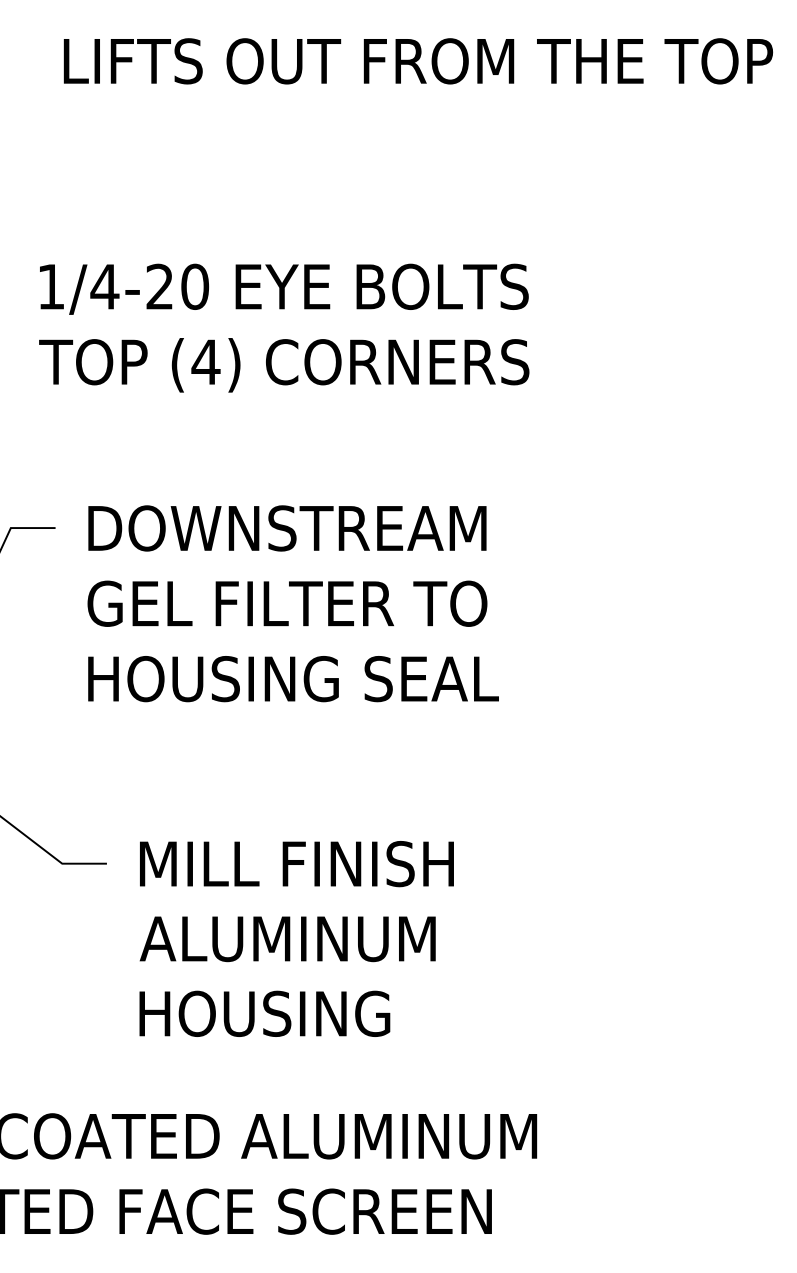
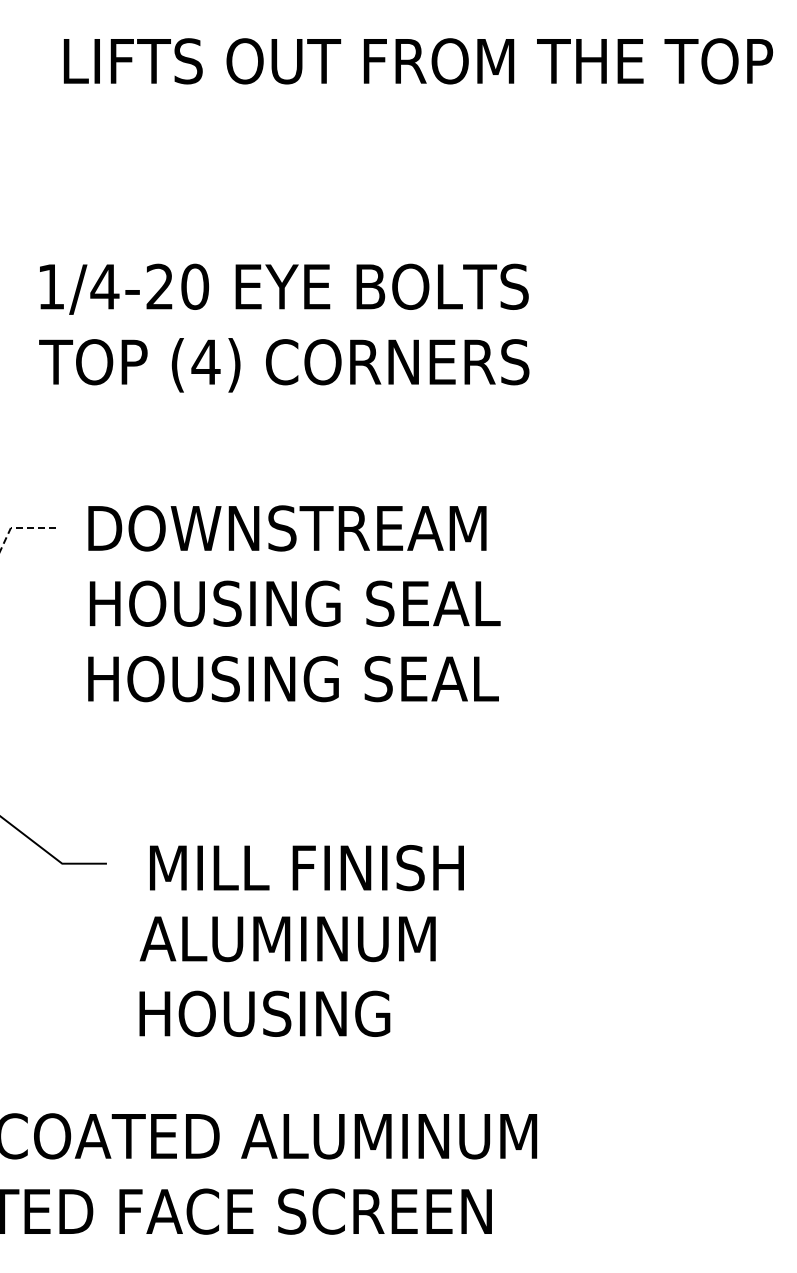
line at (19, 528): solid -> dashed
text at (293, 603): GEL FILTER TO -> HOUSING SEAL
text at (296, 864) position: (296, 864) -> (306, 868)
